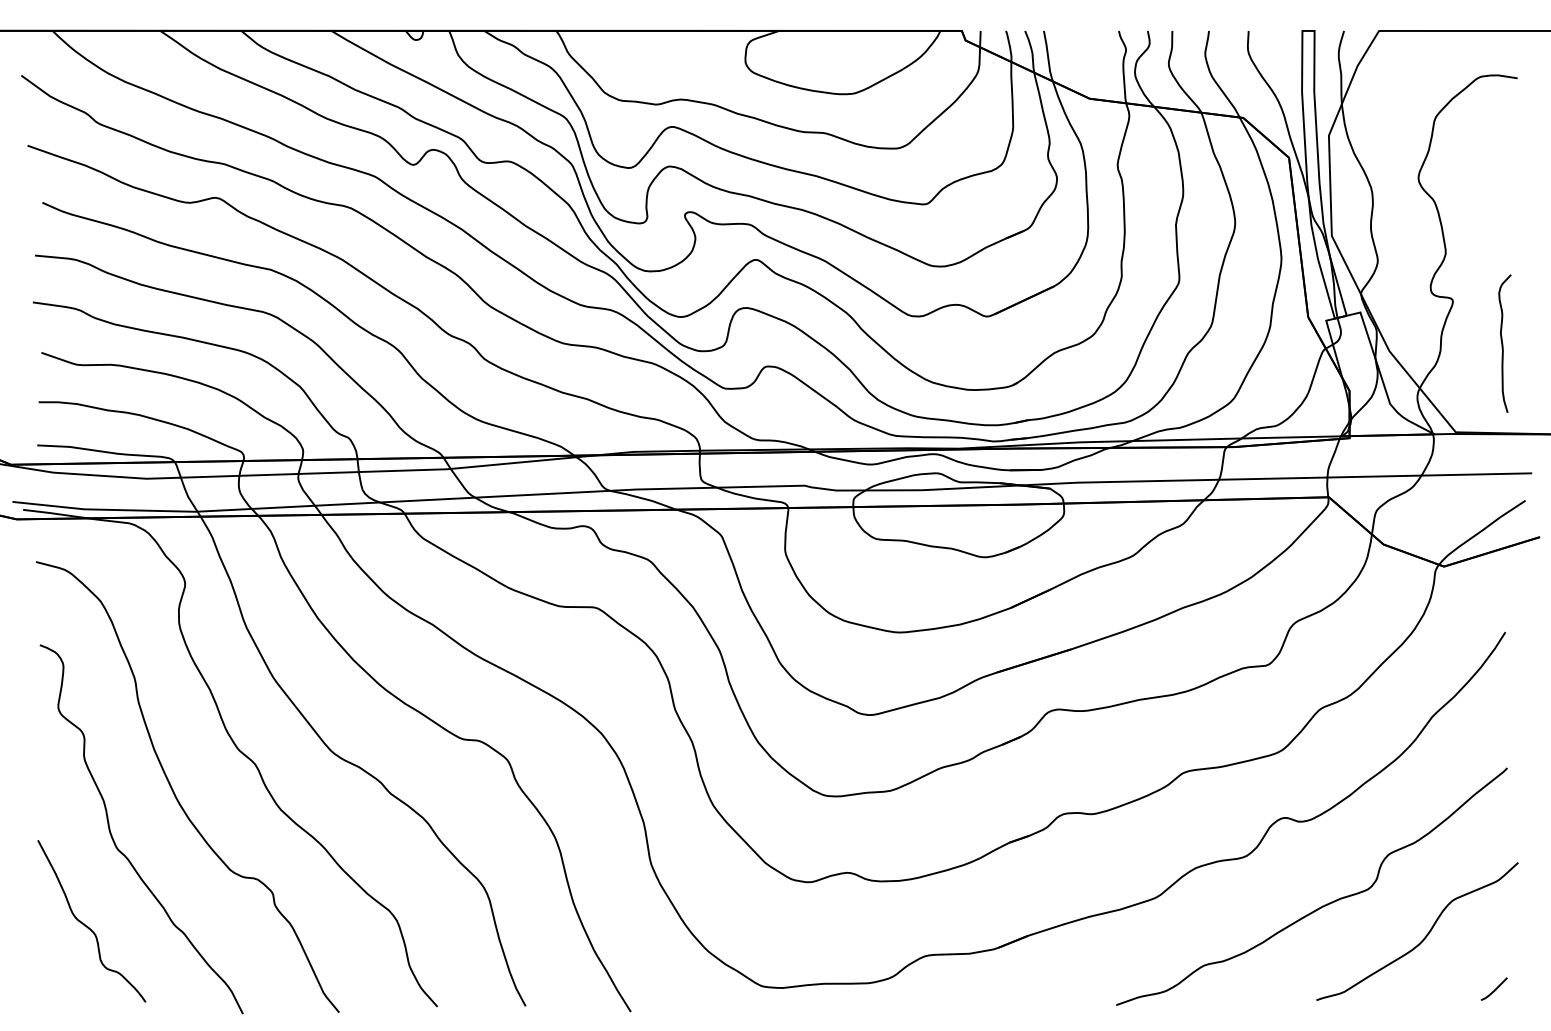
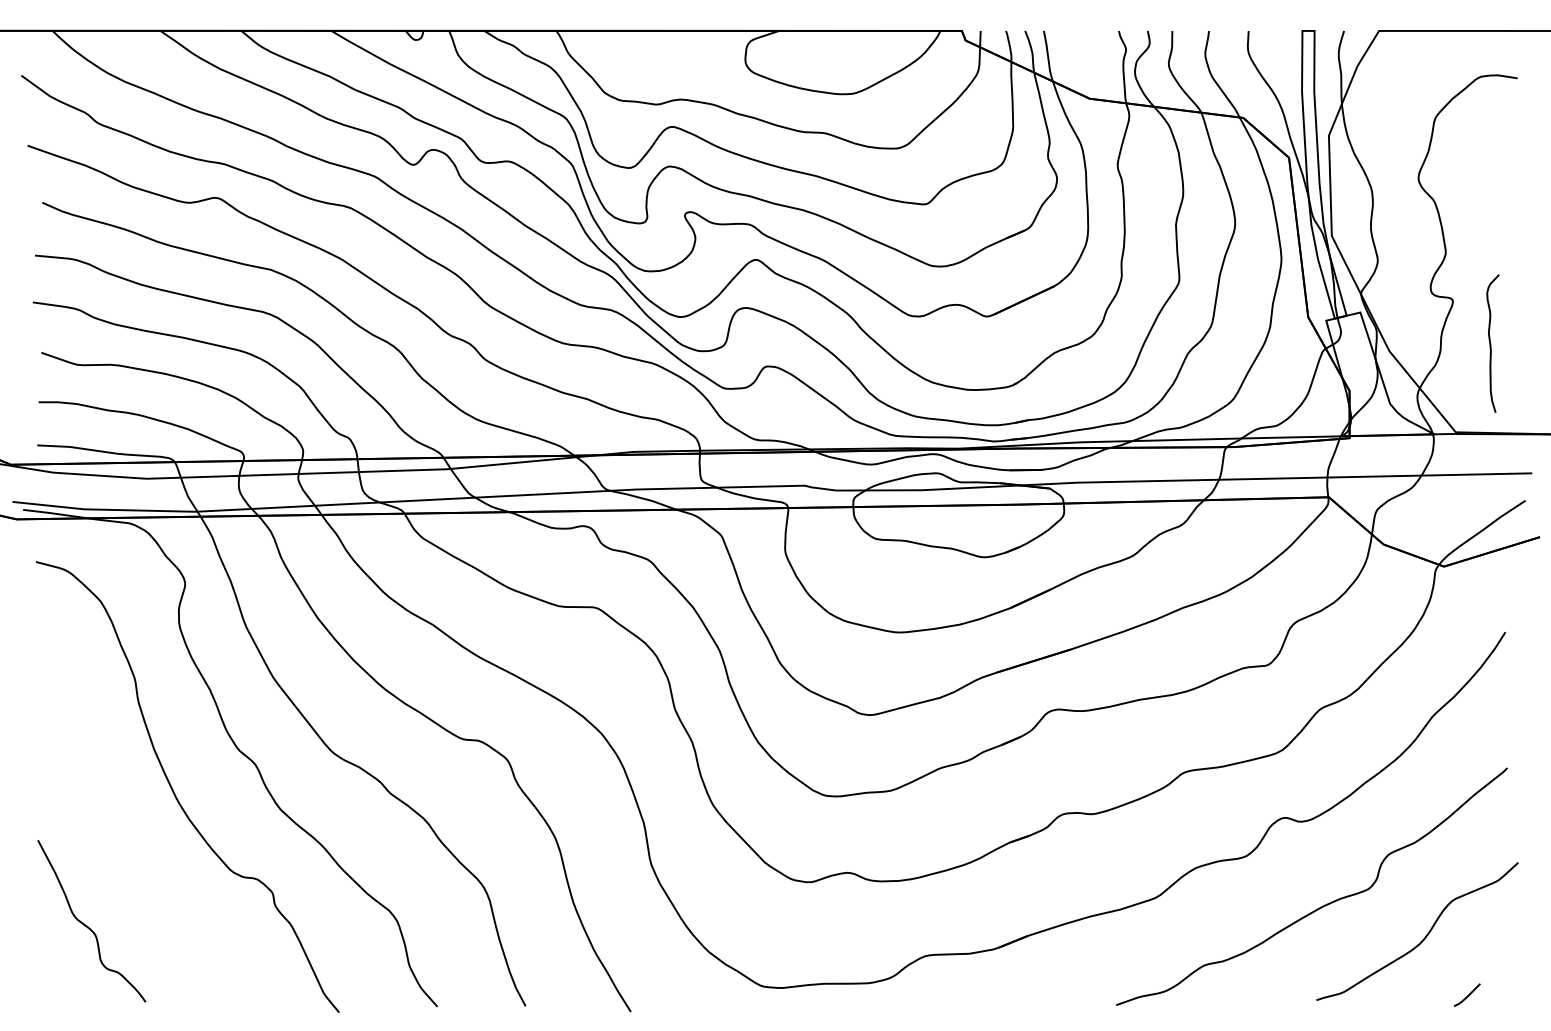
curve at (1503, 343) position: (1503, 343) -> (1491, 343)
curve at (115, 842): present -> none
line at (1494, 989) position: (1494, 989) -> (1467, 995)
